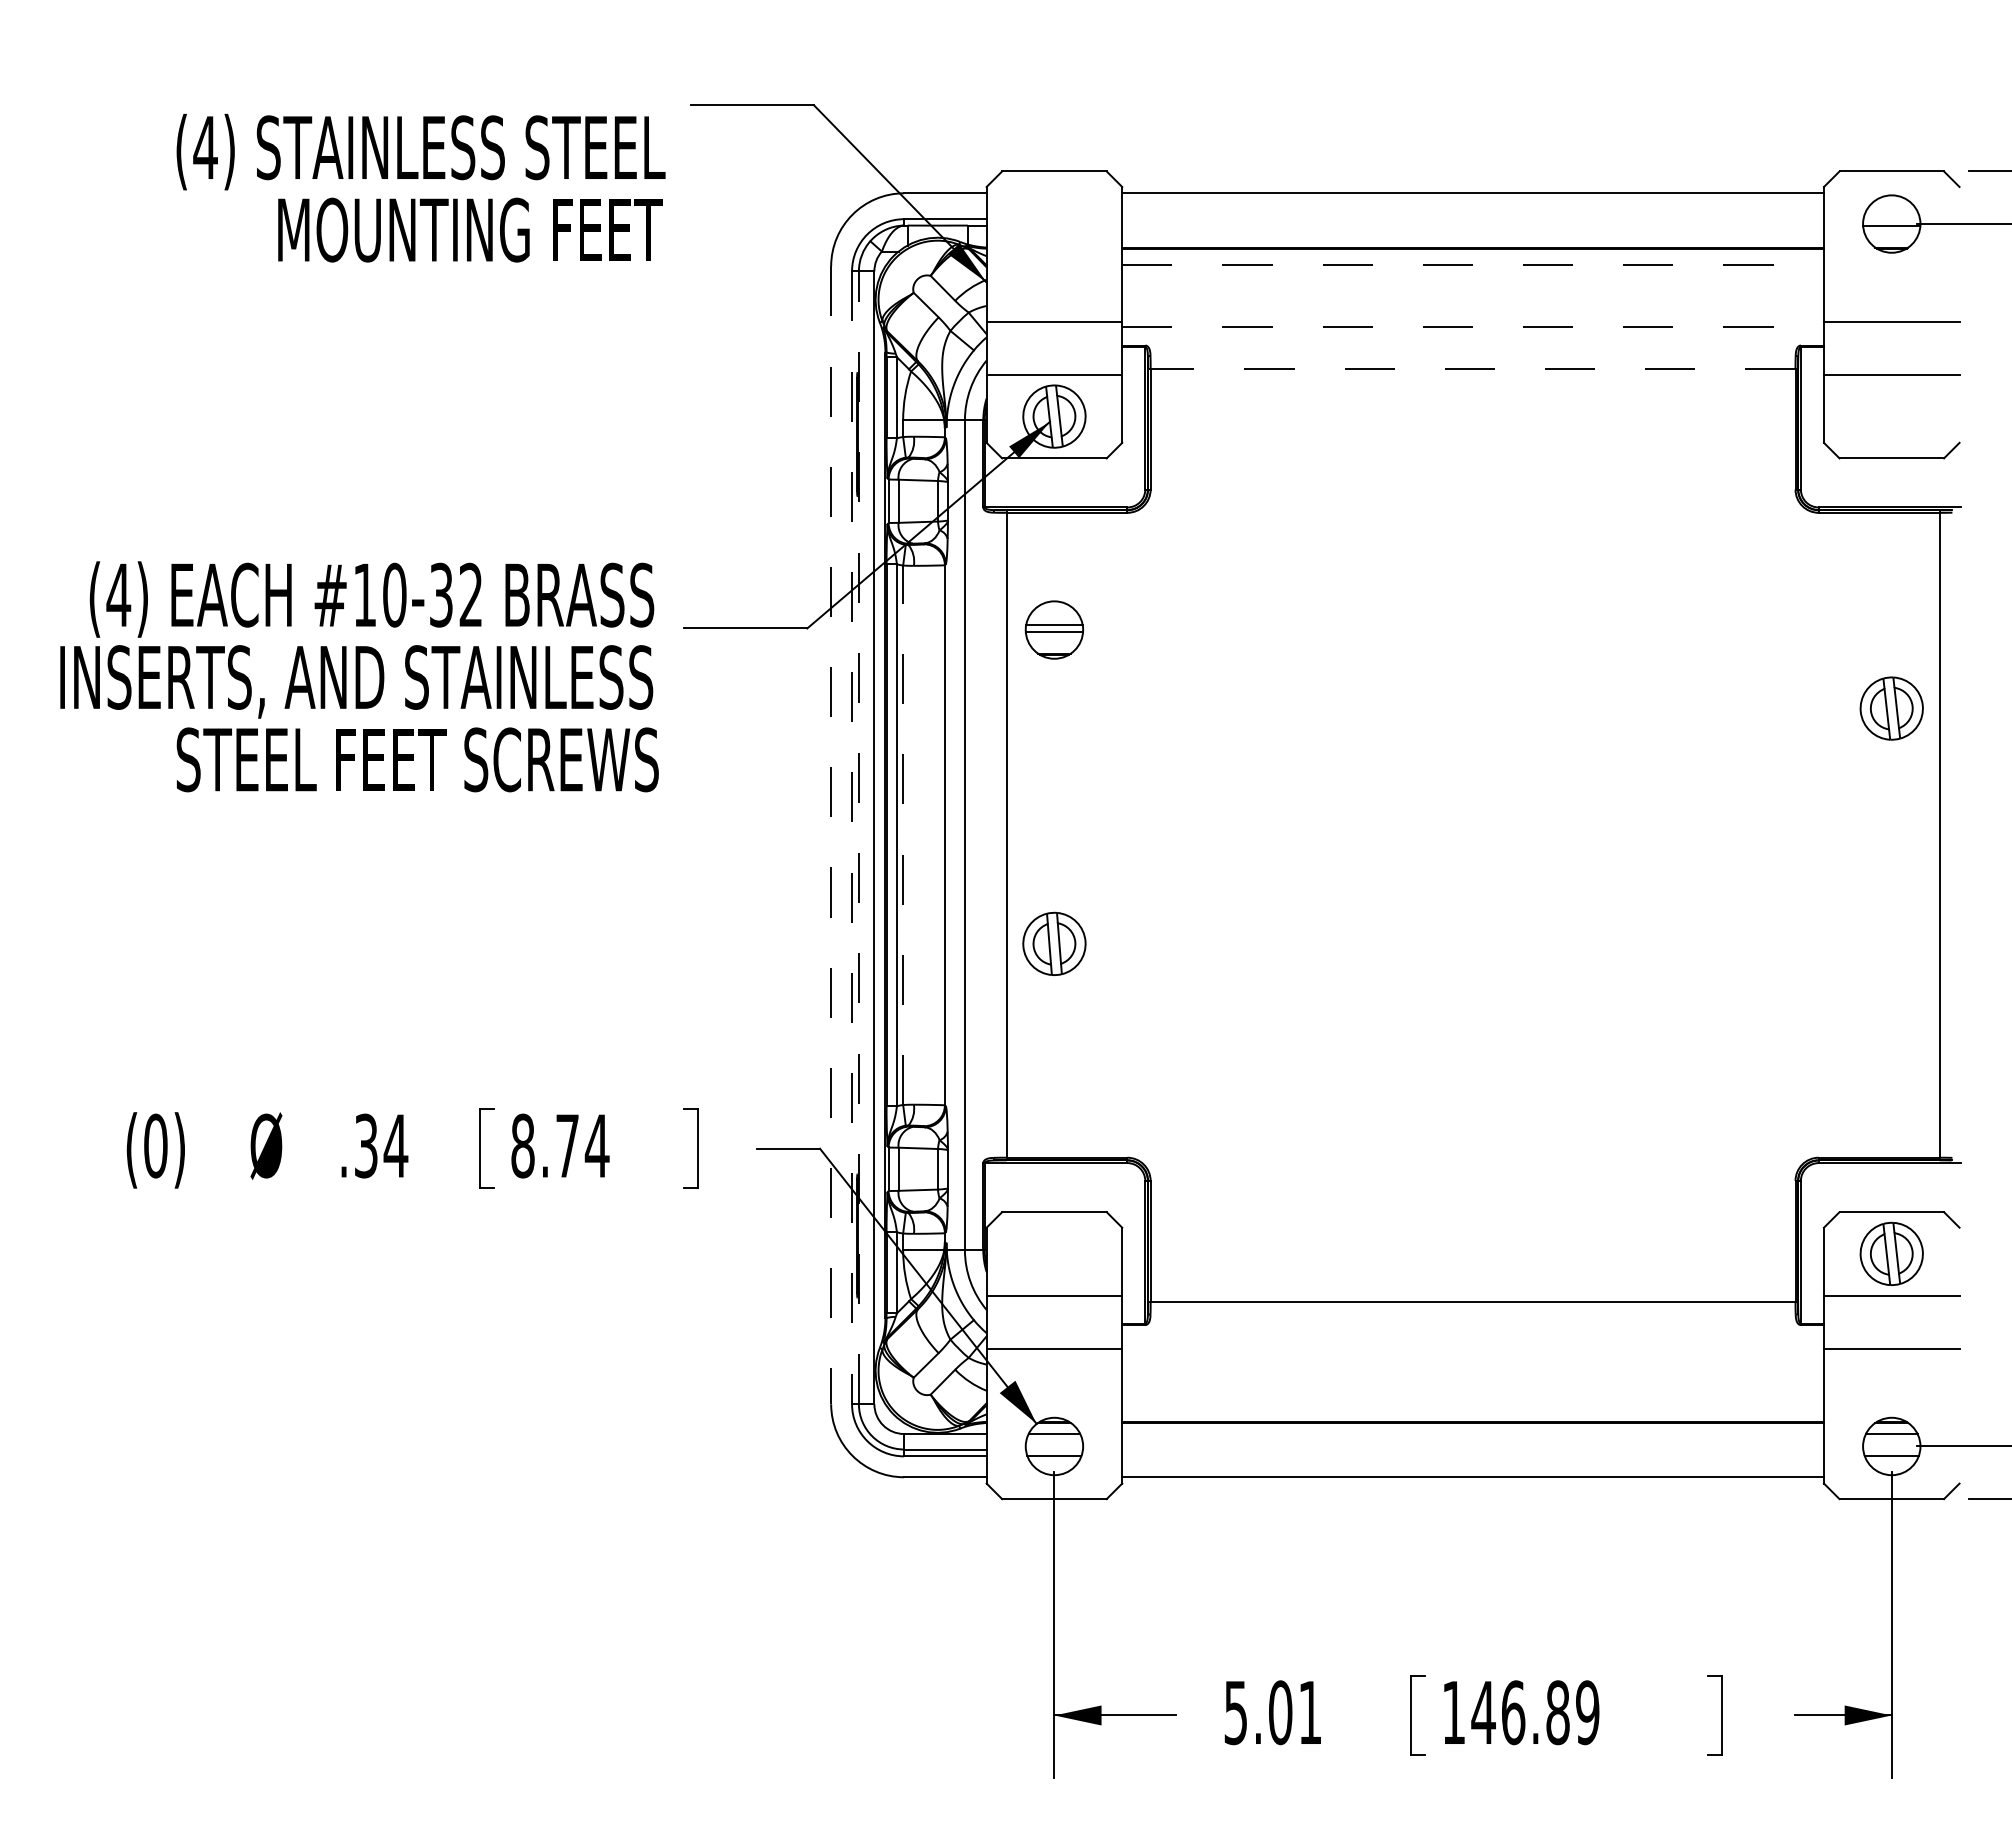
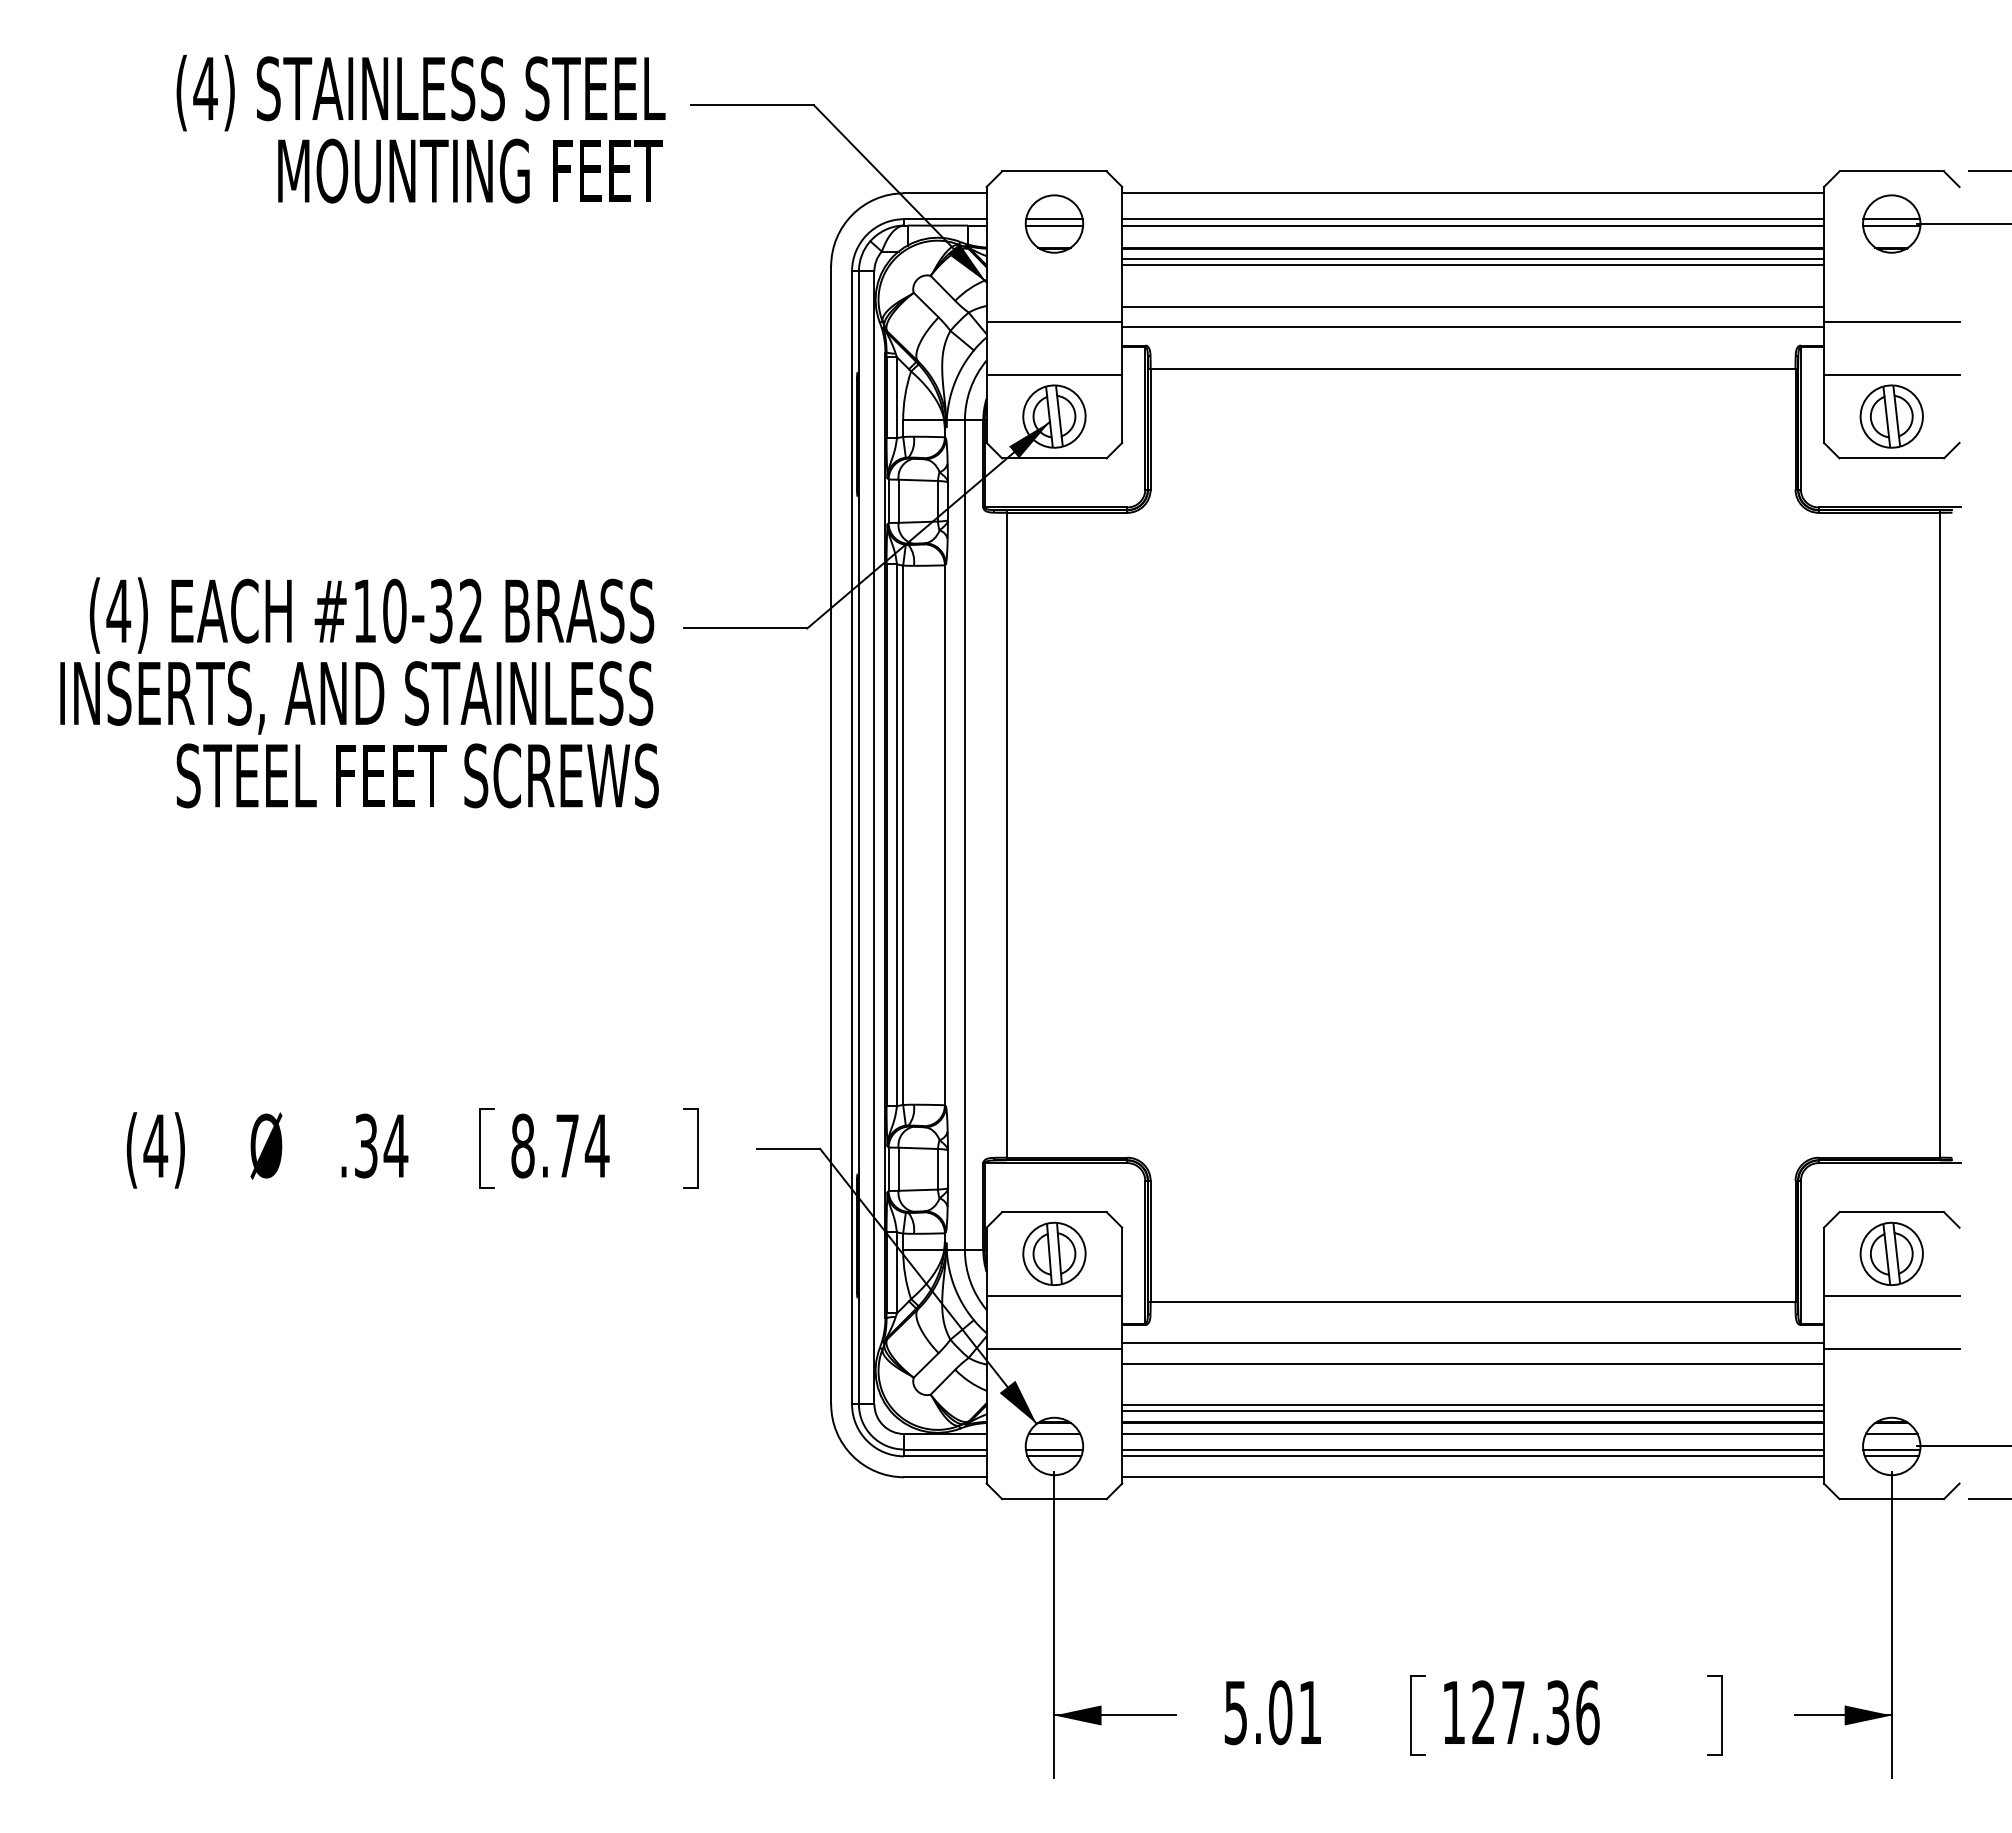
text at (420, 188) position: (420, 188) -> (420, 129)
line at (1472, 219): none -> present
line at (1891, 219): none -> present
line at (1472, 225): none -> present
line at (1472, 259): none -> present
line at (1473, 265): dashed -> solid
line at (1472, 307): none -> present
line at (1473, 327): dashed -> solid
line at (1472, 368): dashed -> solid
part at (1053, 629) position: (1053, 629) -> (1053, 223)
text at (359, 676) position: (359, 676) -> (359, 692)
part at (1891, 708) position: (1891, 708) -> (1891, 416)
line at (831, 835): dashed -> solid
line at (903, 835): dashed -> solid
line at (858, 837): dashed -> solid
line at (852, 838): dashed -> solid
part at (1054, 943) position: (1054, 943) -> (1054, 1253)
text at (155, 1145): (0) -> (4)
line at (1472, 1343): none -> present
line at (1472, 1363): none -> present
line at (1472, 1405): none -> present
line at (1472, 1411): none -> present
line at (1472, 1434): none -> present
line at (1054, 1449): none -> present
line at (1472, 1449): none -> present
line at (1891, 1449): none -> present
line at (1472, 1456): none -> present
text at (1535, 1712): 146.89 -> 127.36
